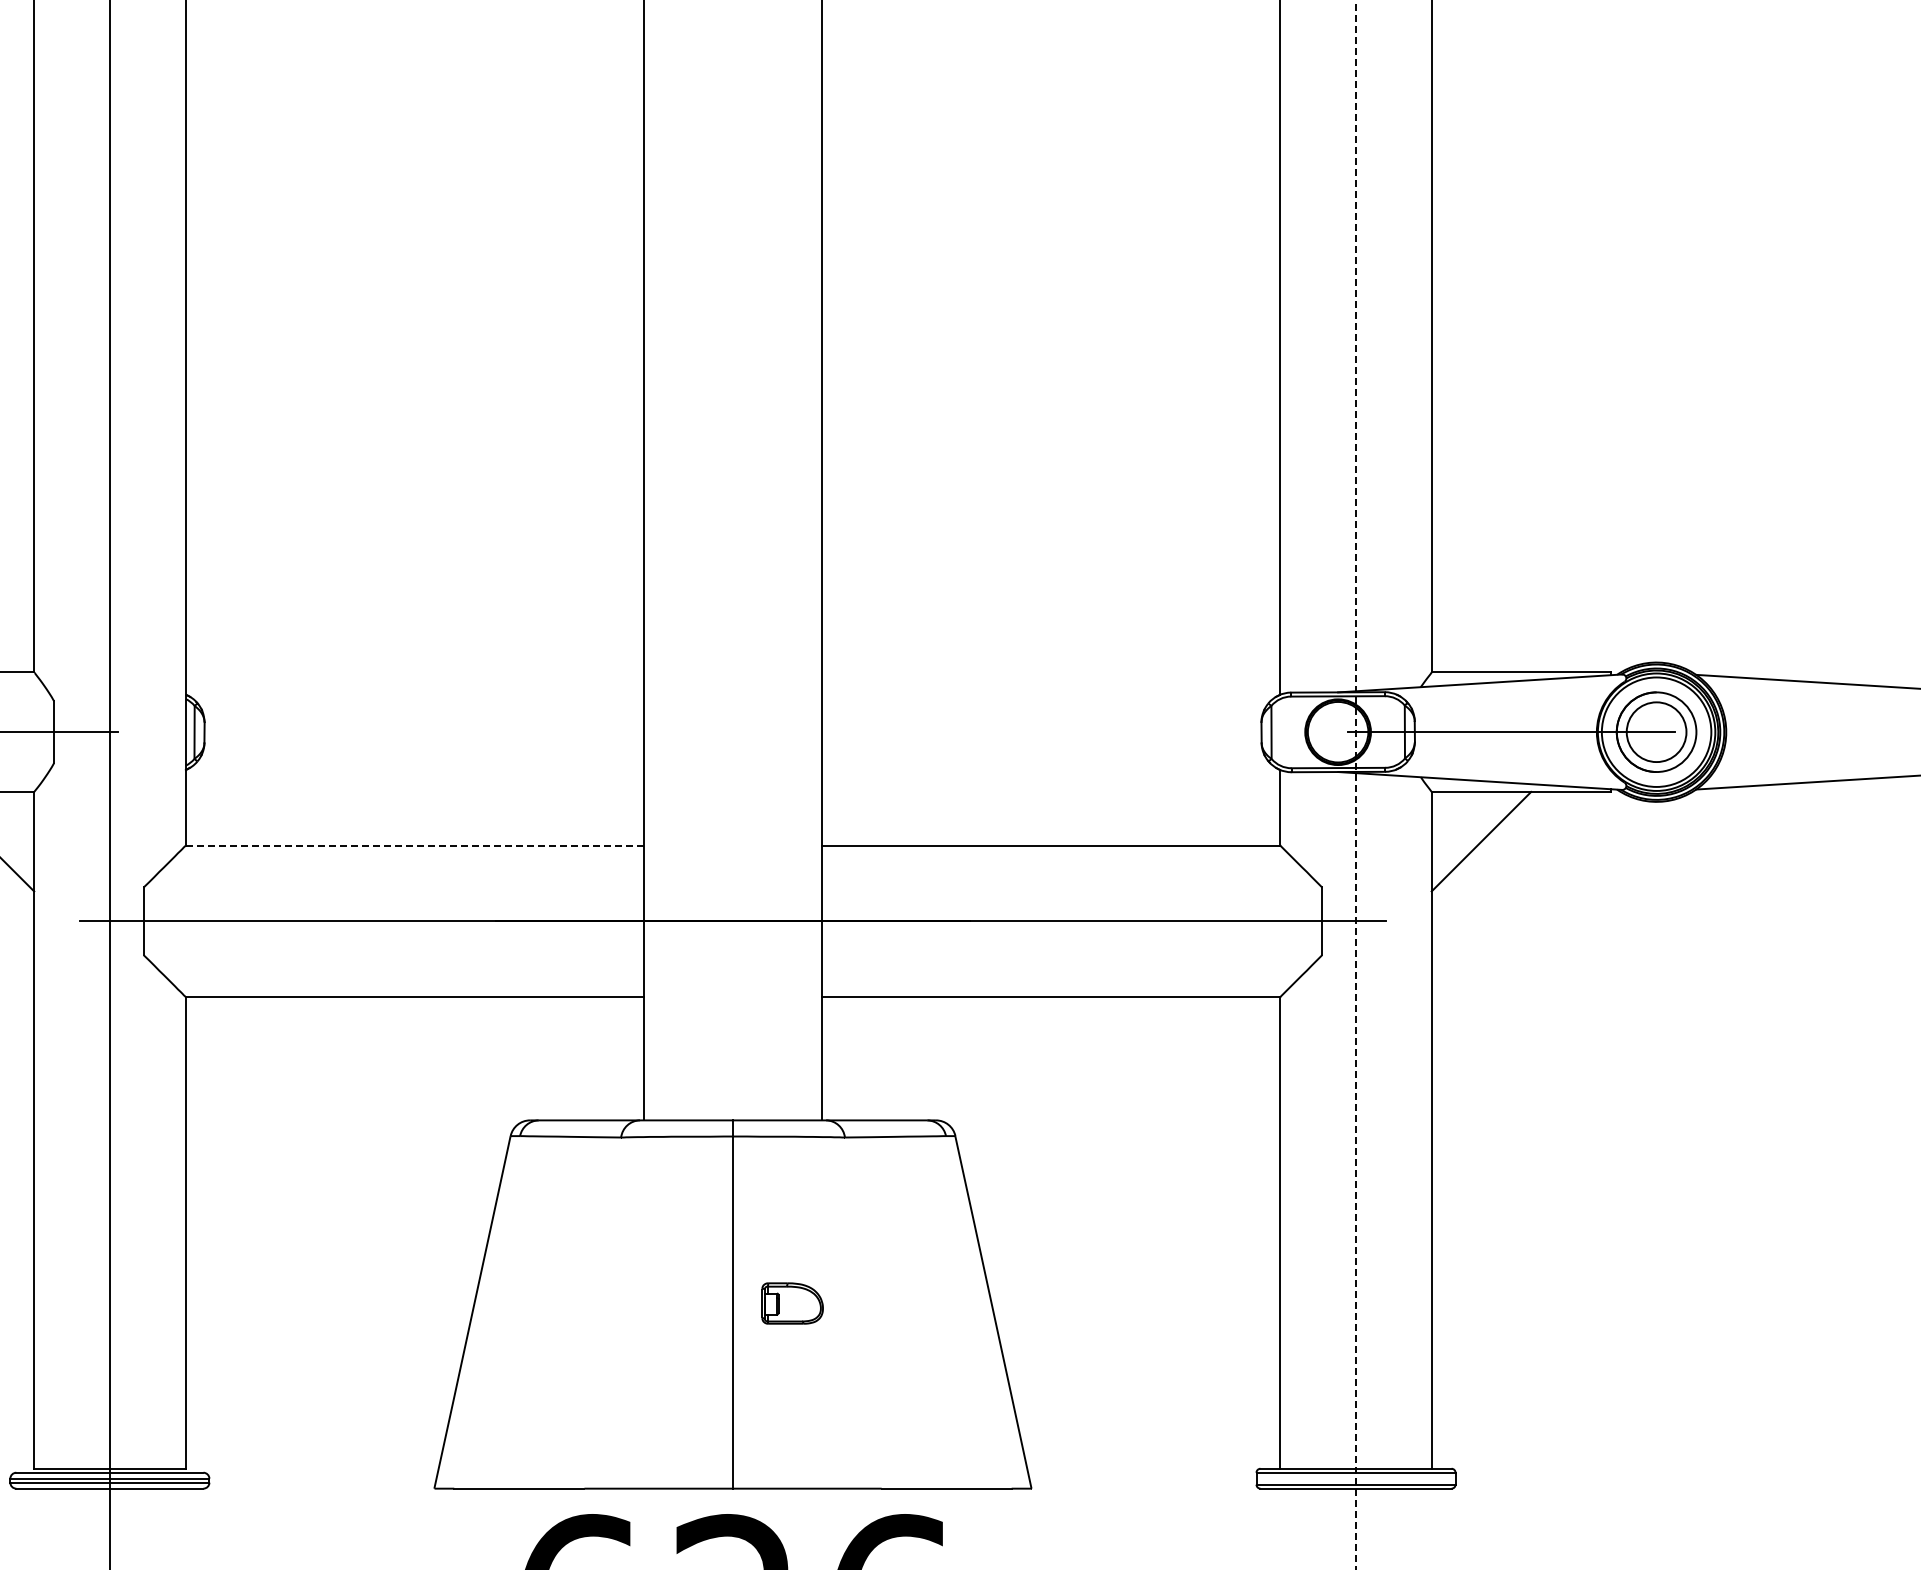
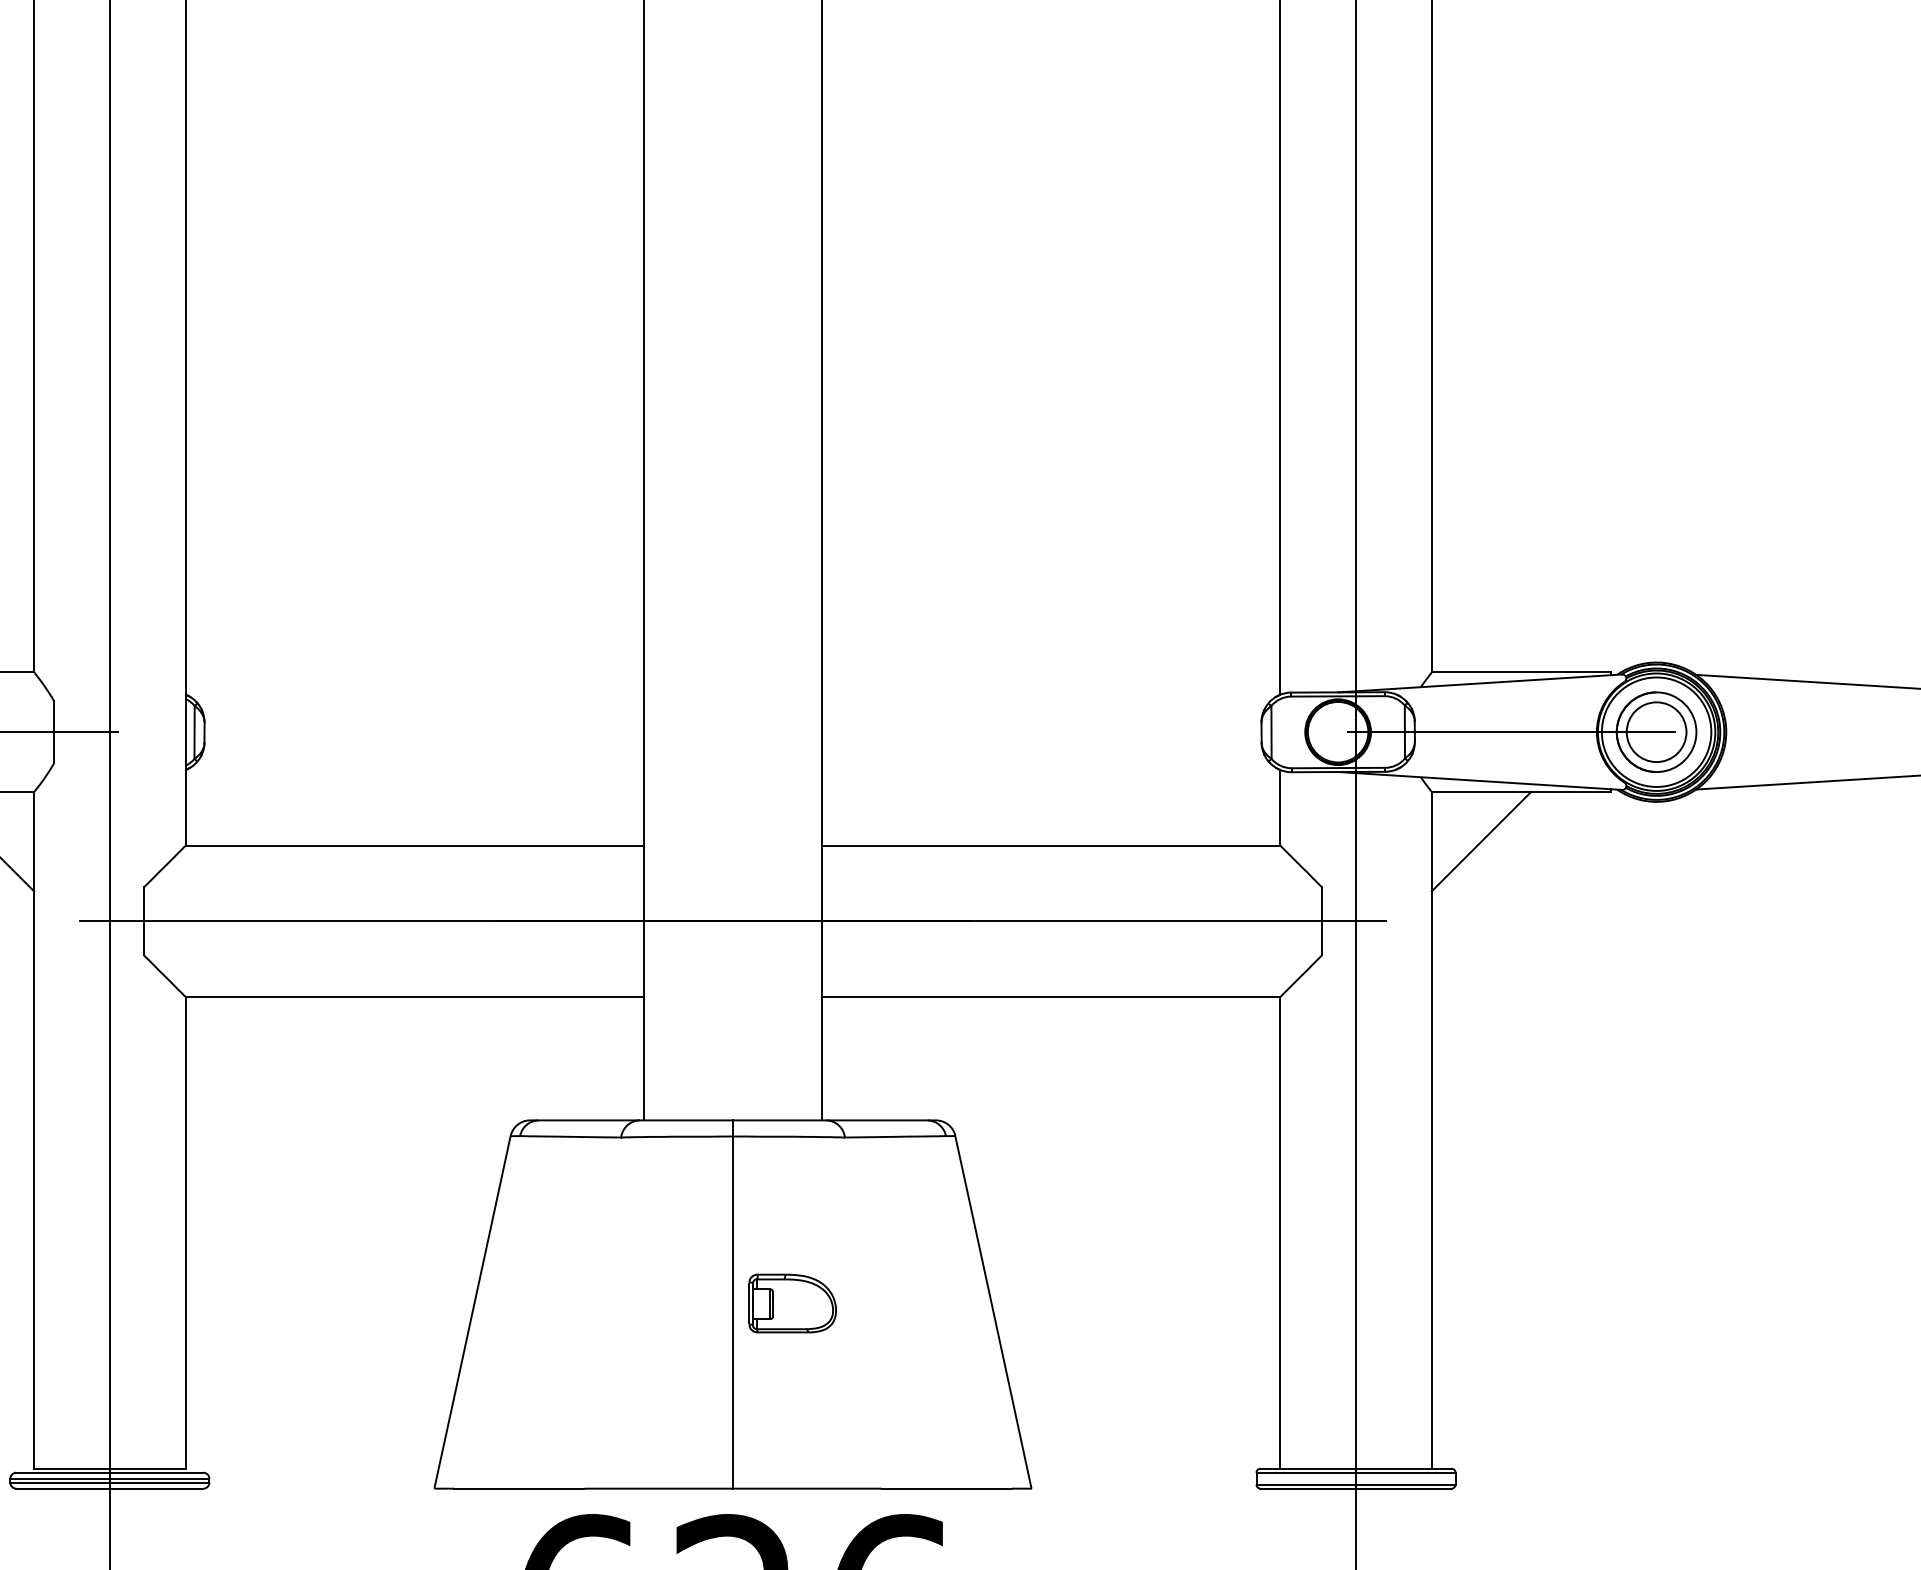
line at (1356, 785): dashed -> solid
line at (414, 845): dashed -> solid
part at (792, 1303) size: 63x43 px -> 89x61 px
